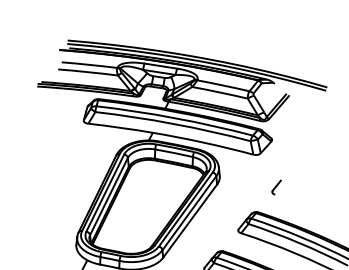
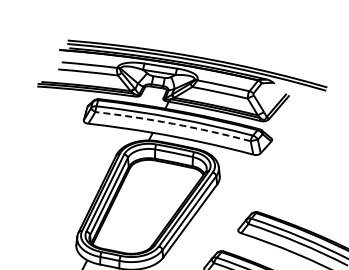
arc at (173, 123): solid -> dashed
part at (276, 187): present -> none
